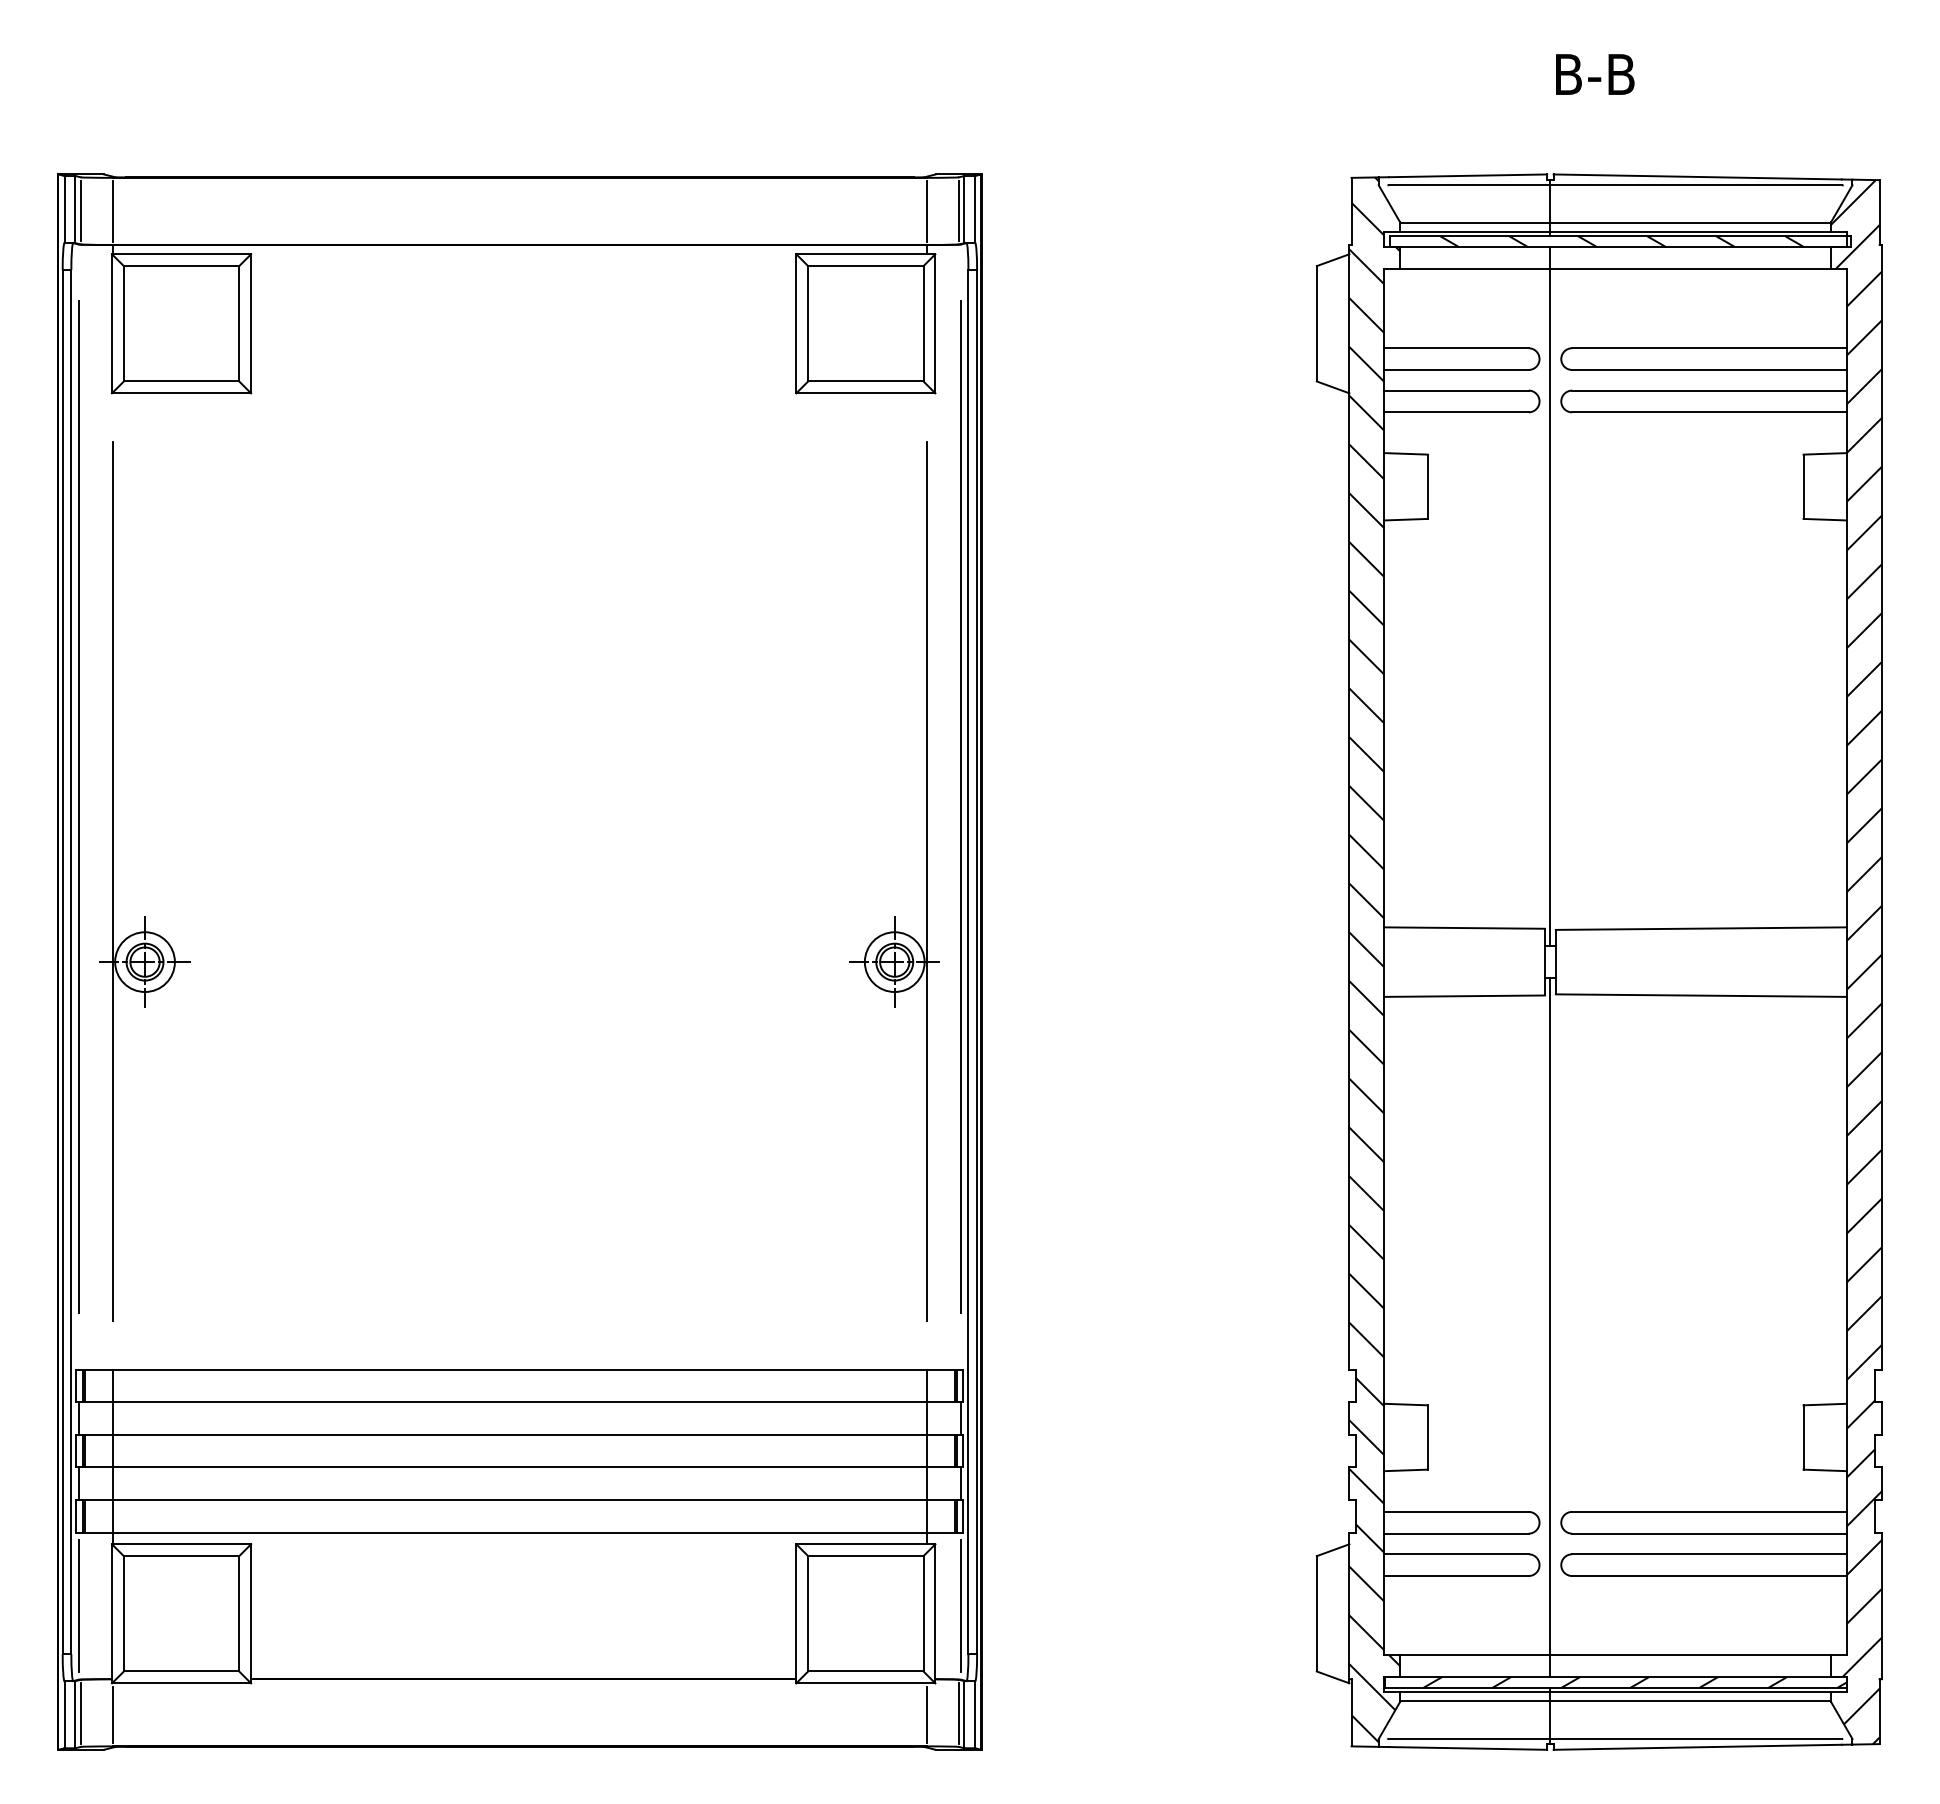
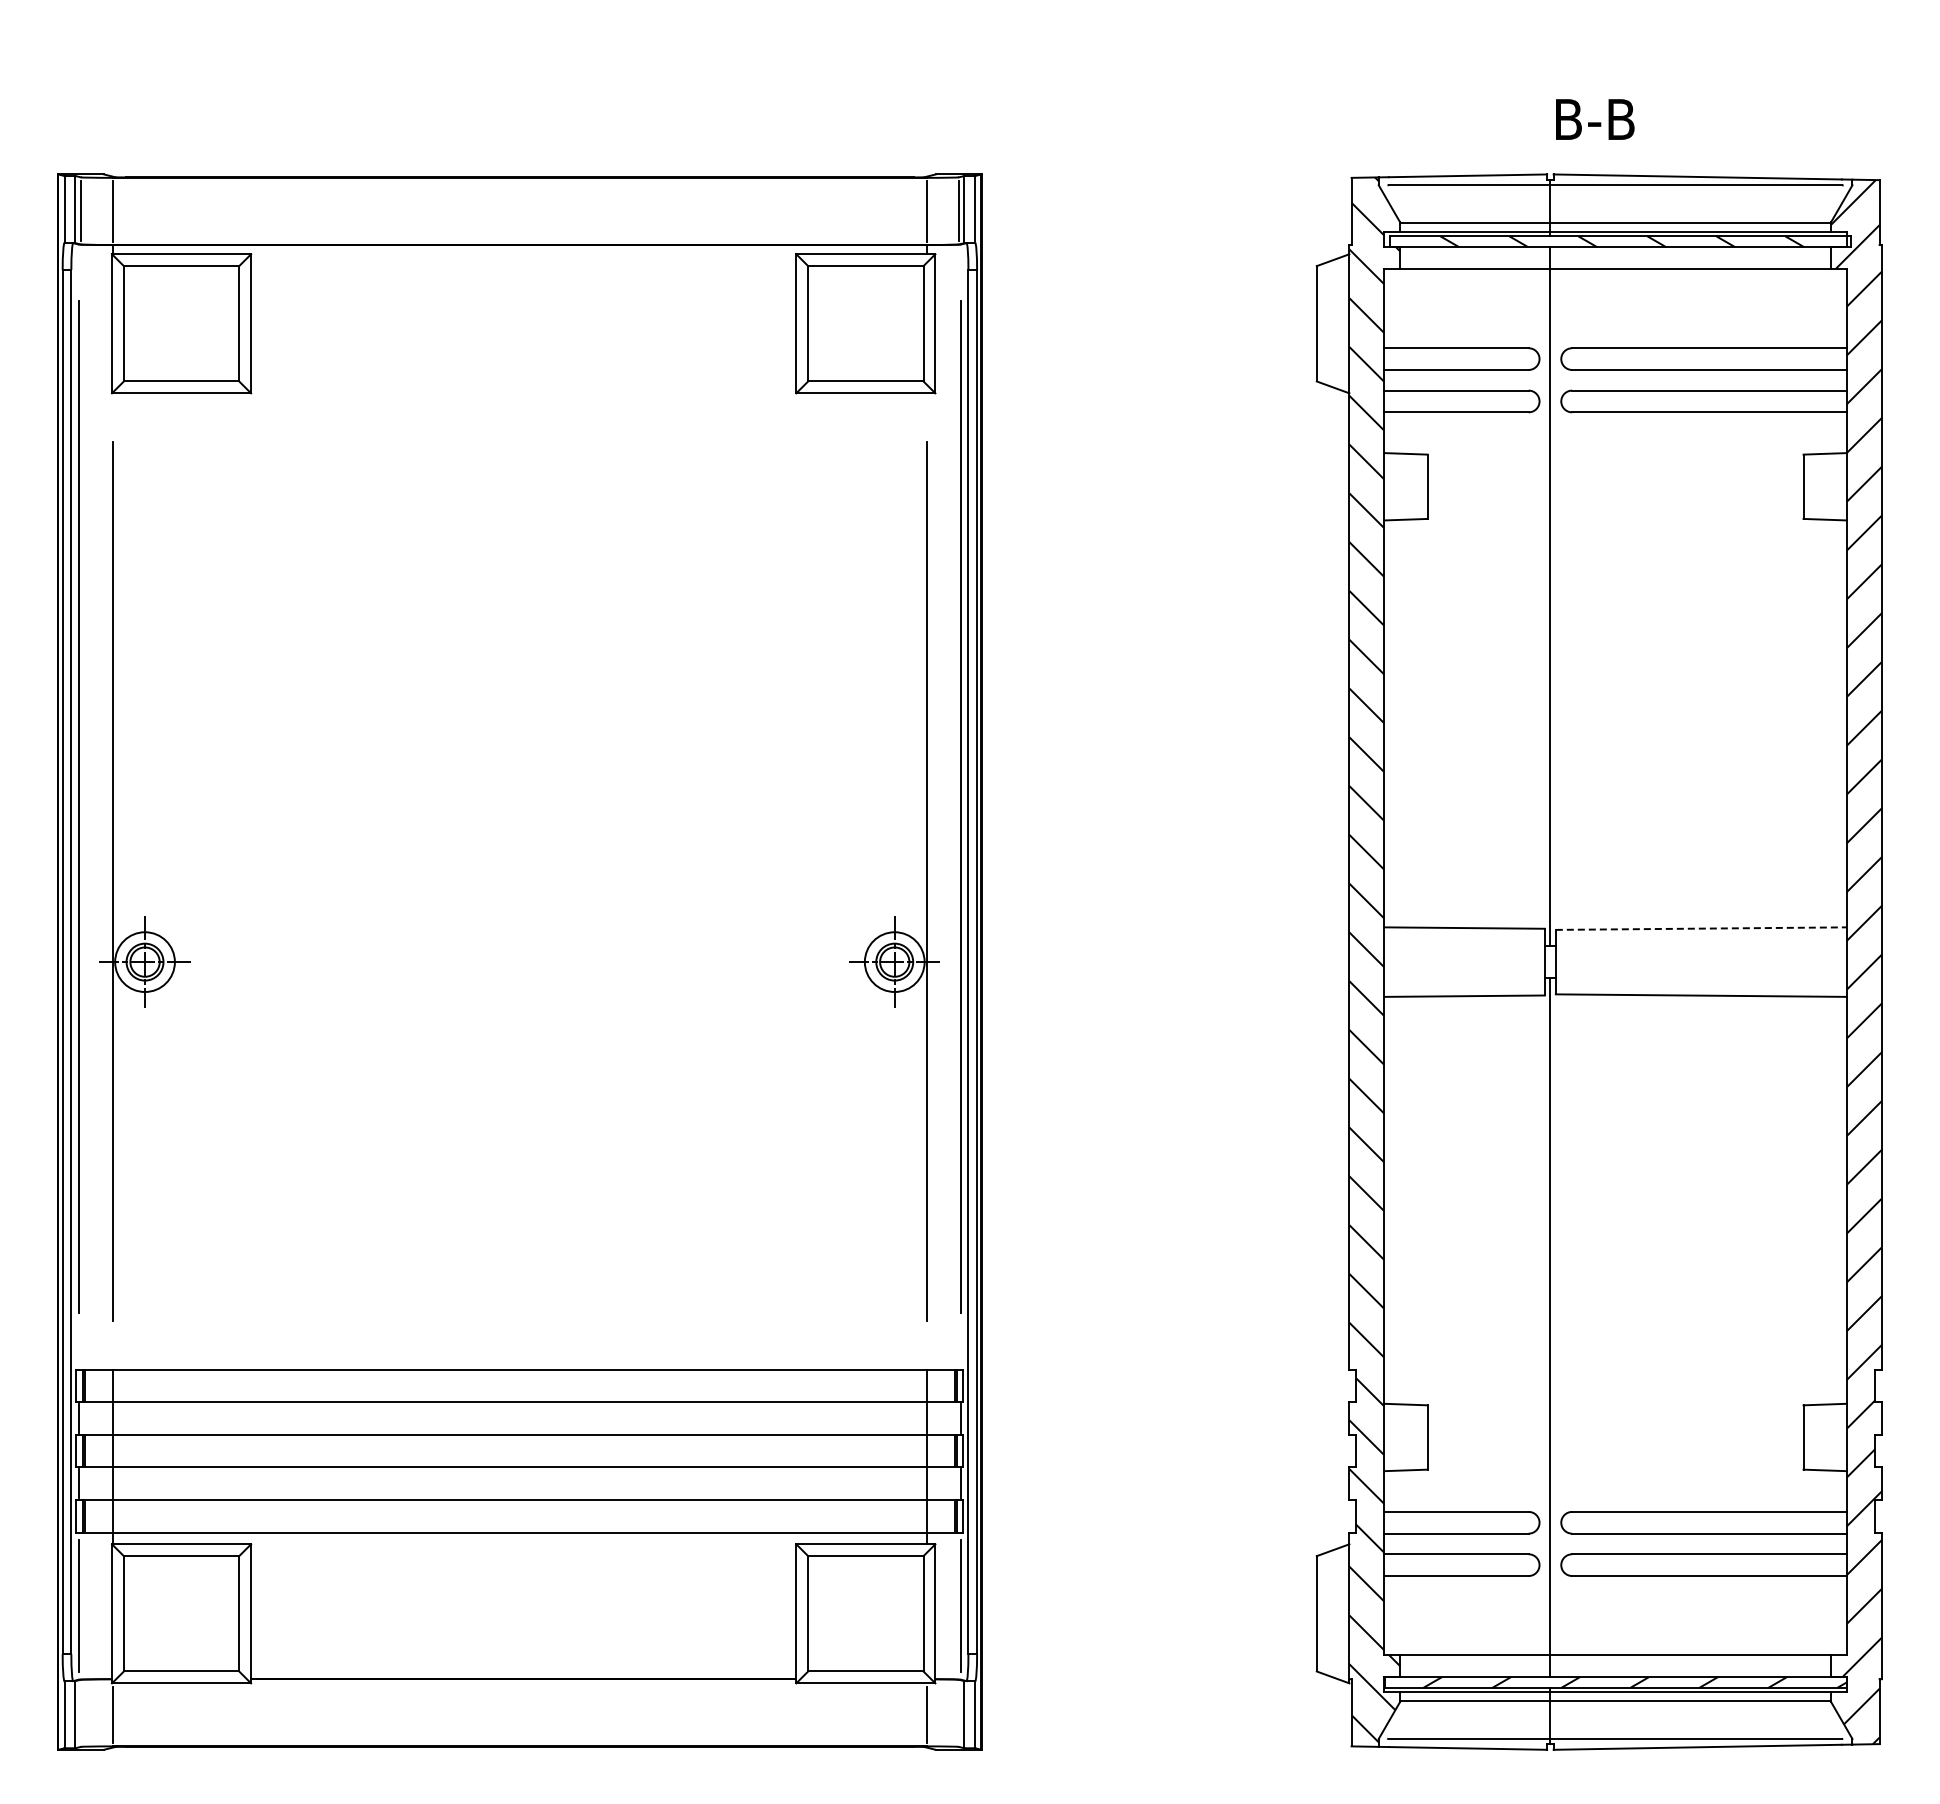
text at (1595, 74) position: (1595, 74) -> (1595, 119)
line at (1701, 928): solid -> dashed
line at (80, 1713): present -> none
line at (959, 1713): present -> none
